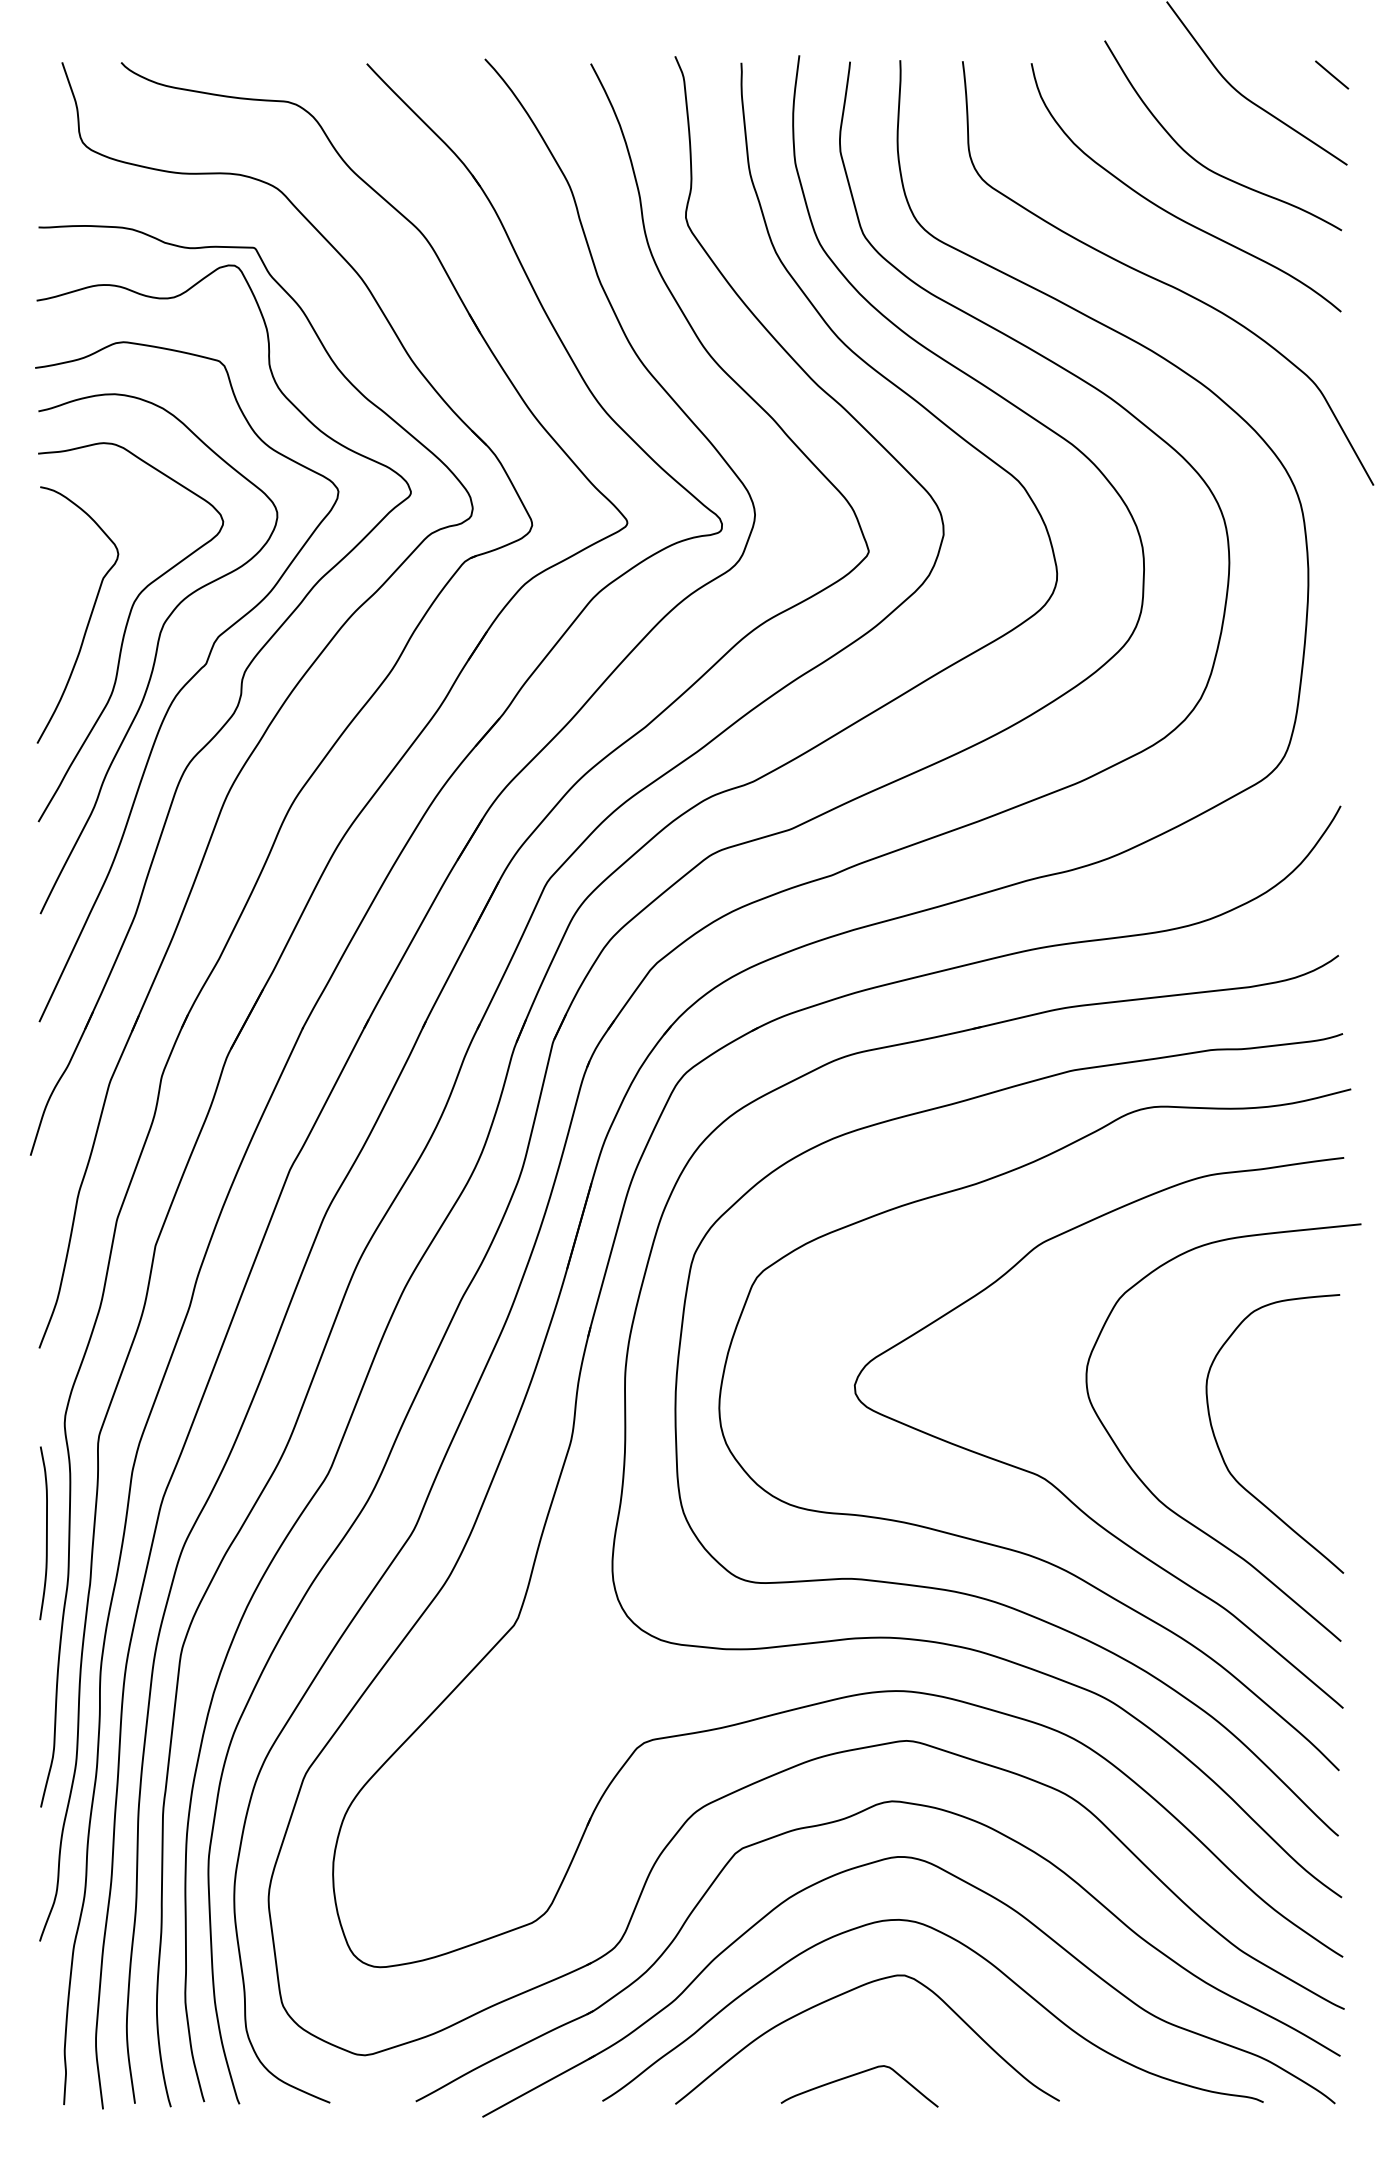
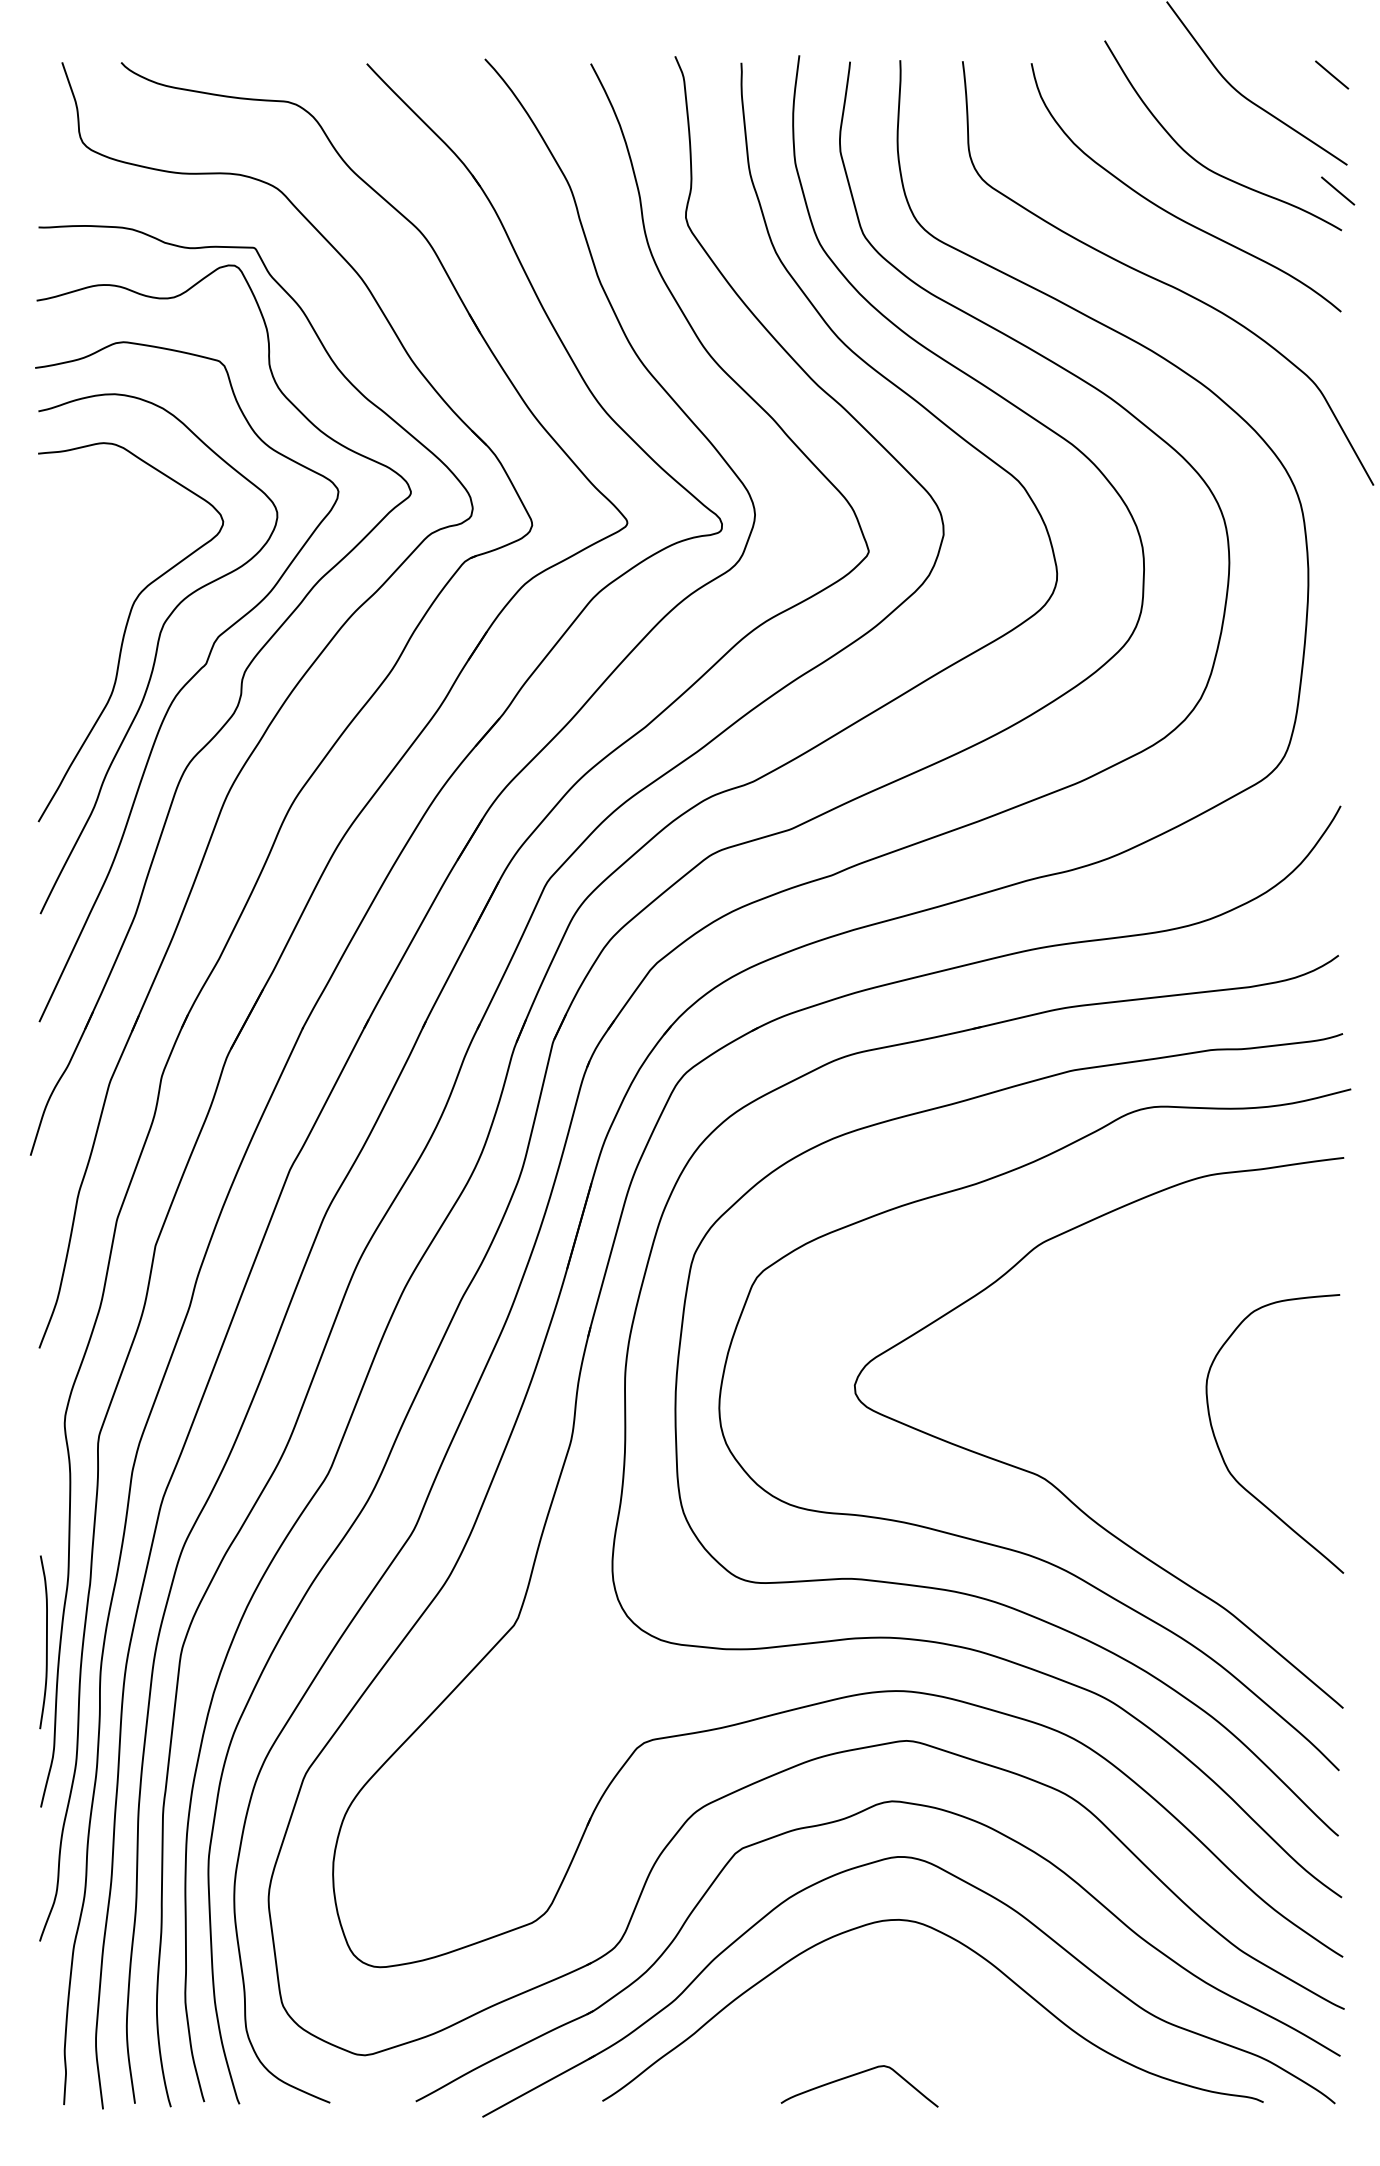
line at (1338, 190): none -> present
curve at (88, 619): present -> none
curve at (1163, 1502): present -> none
curve at (46, 1533) position: (46, 1533) -> (46, 1642)
curve at (844, 1994): present -> none
